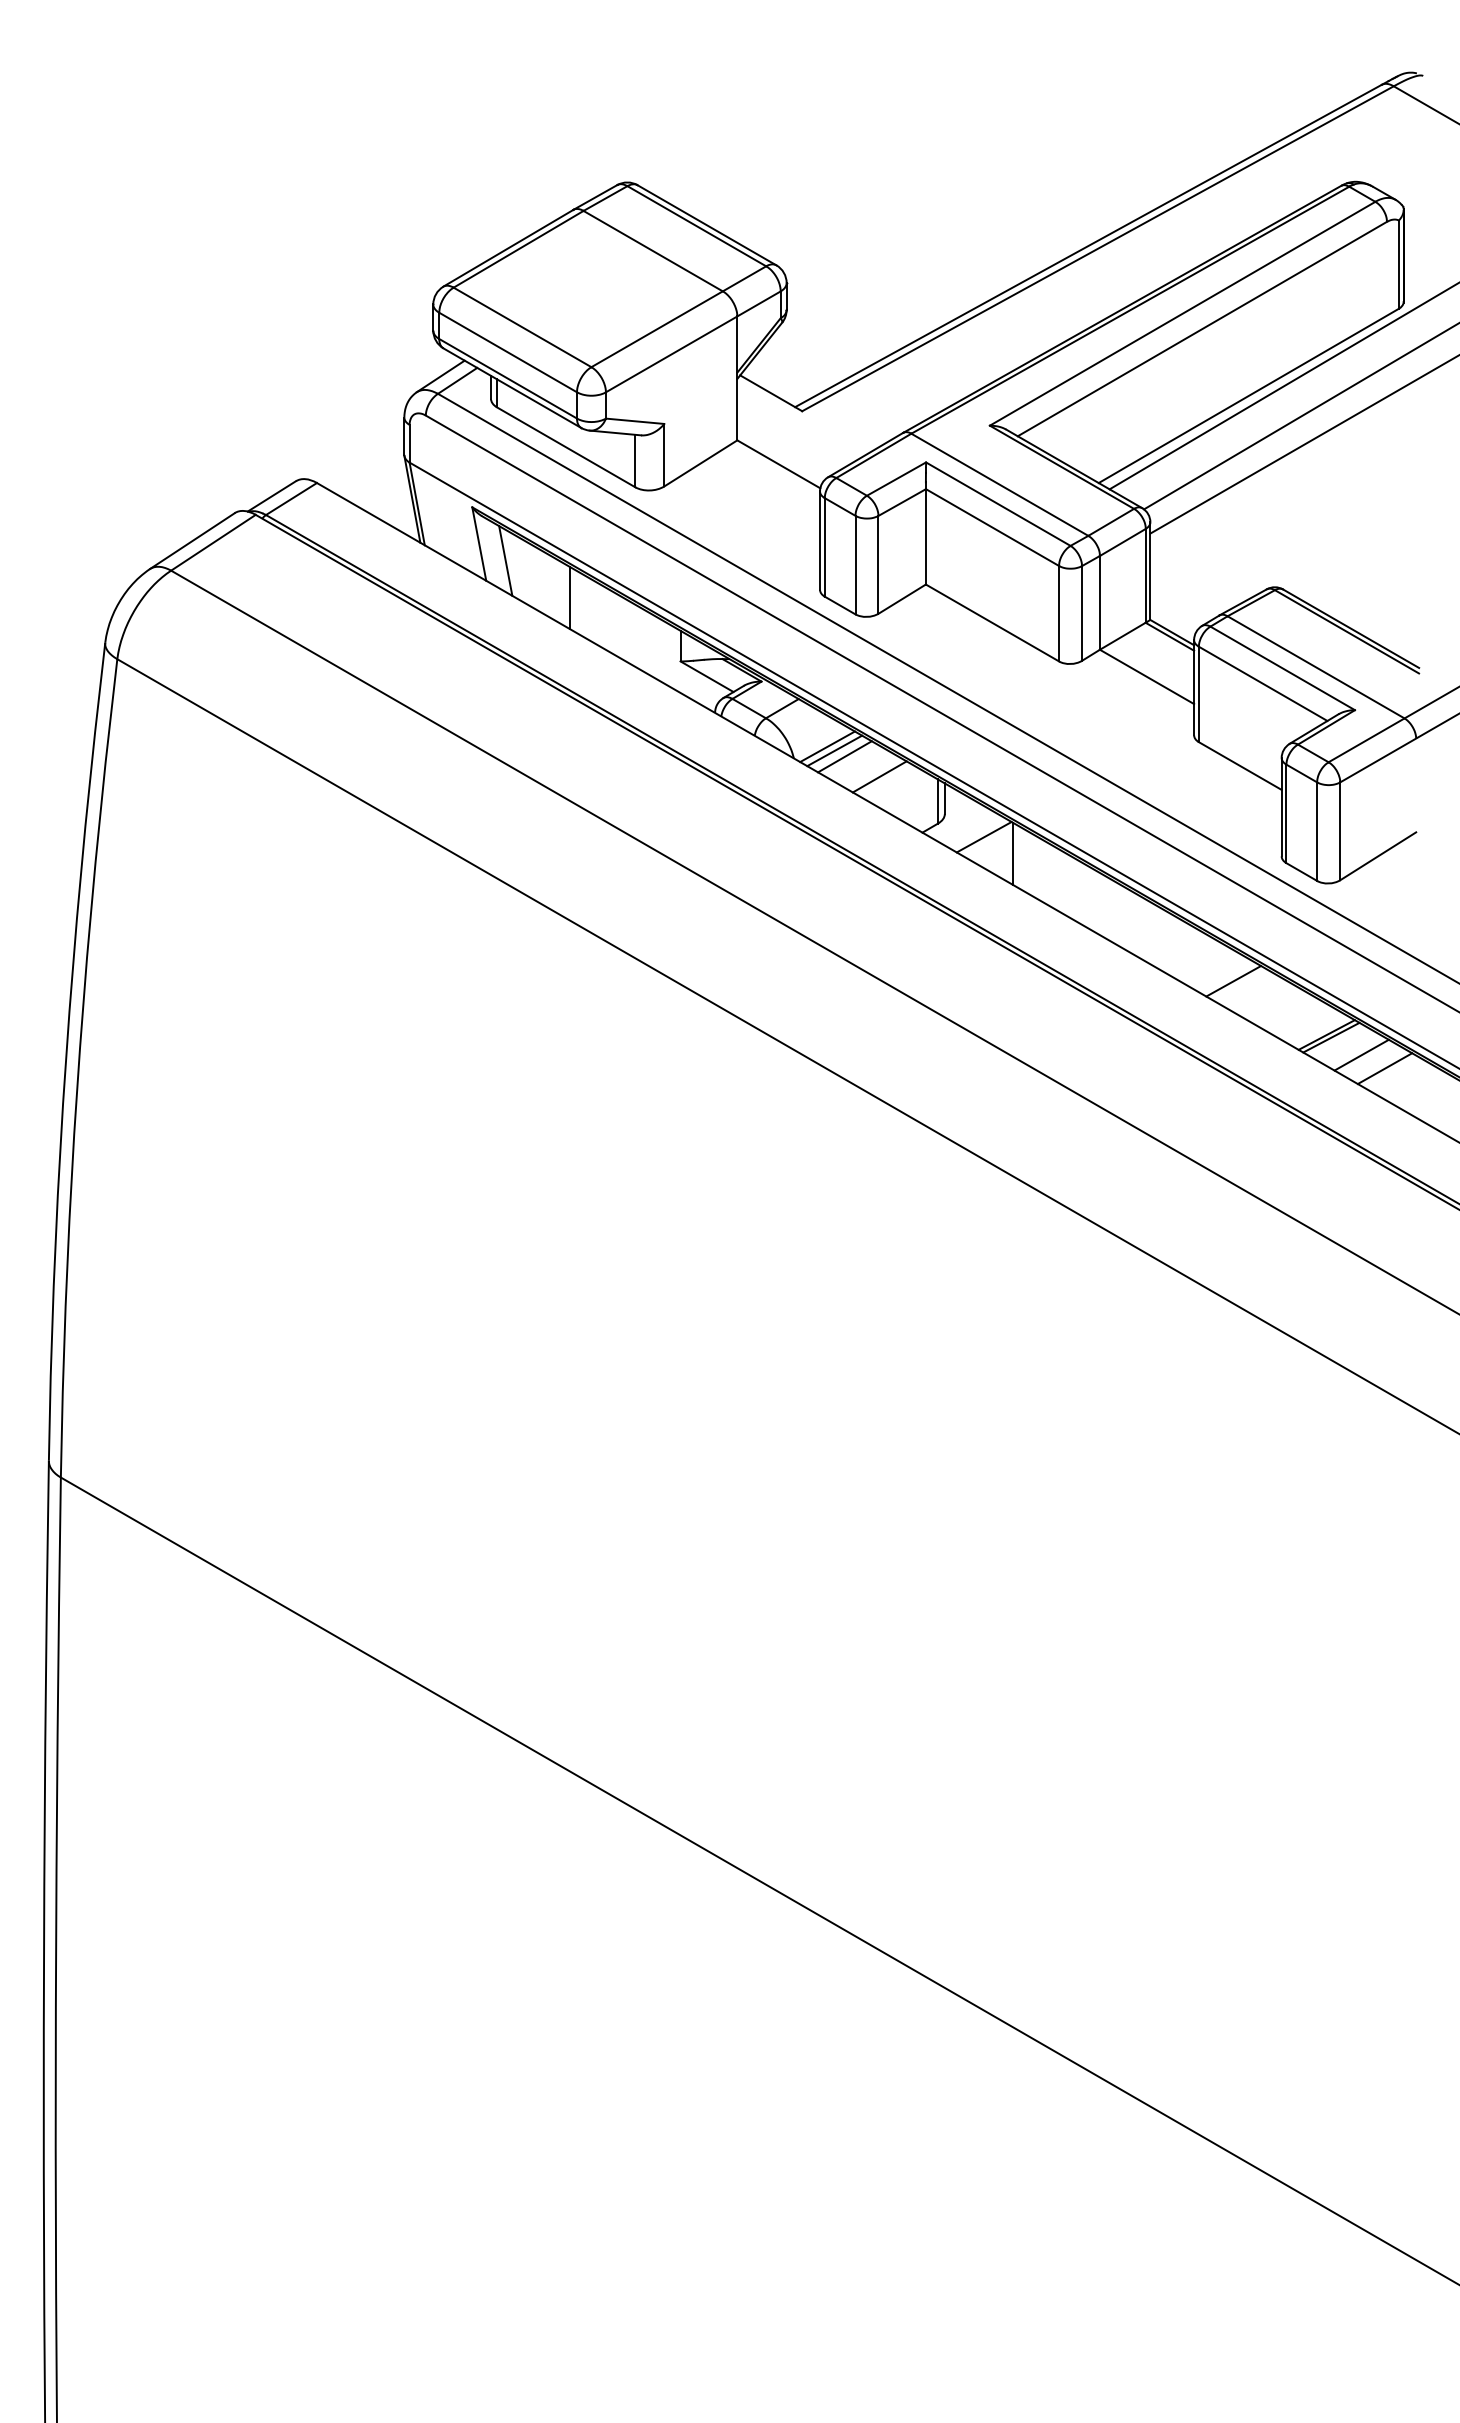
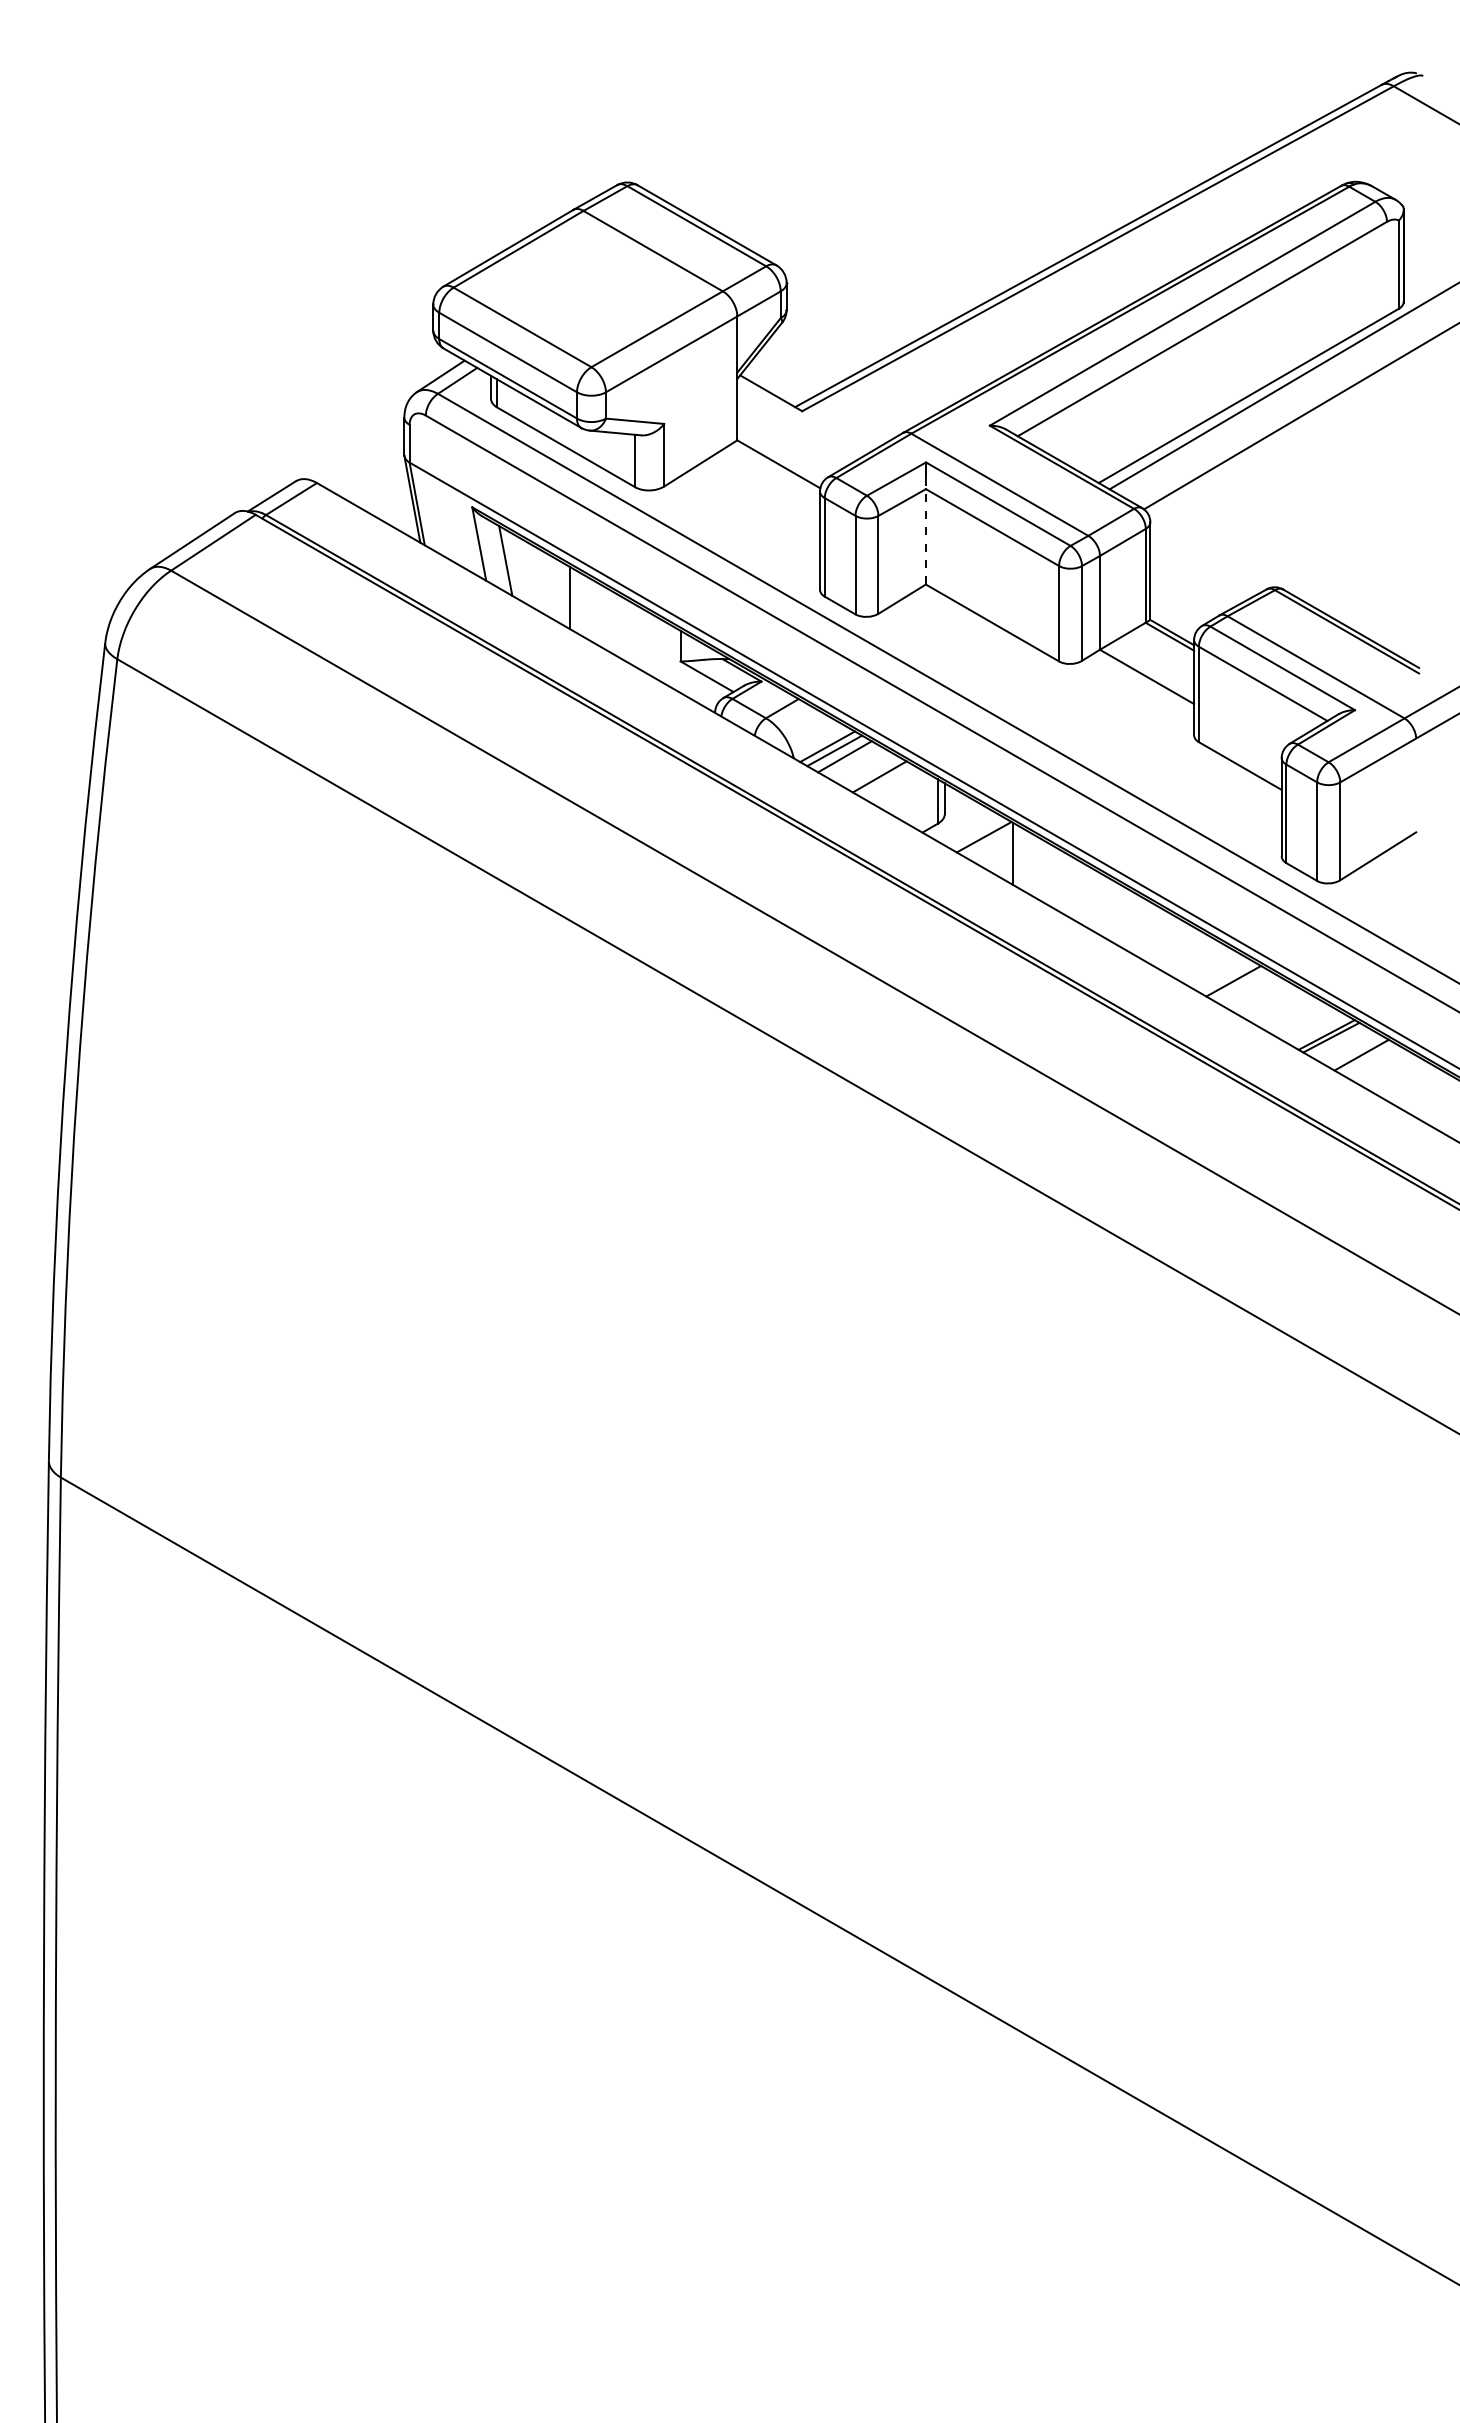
line at (1303, 445): present -> none
line at (925, 532): solid -> dashed
line at (1384, 1068): present -> none
